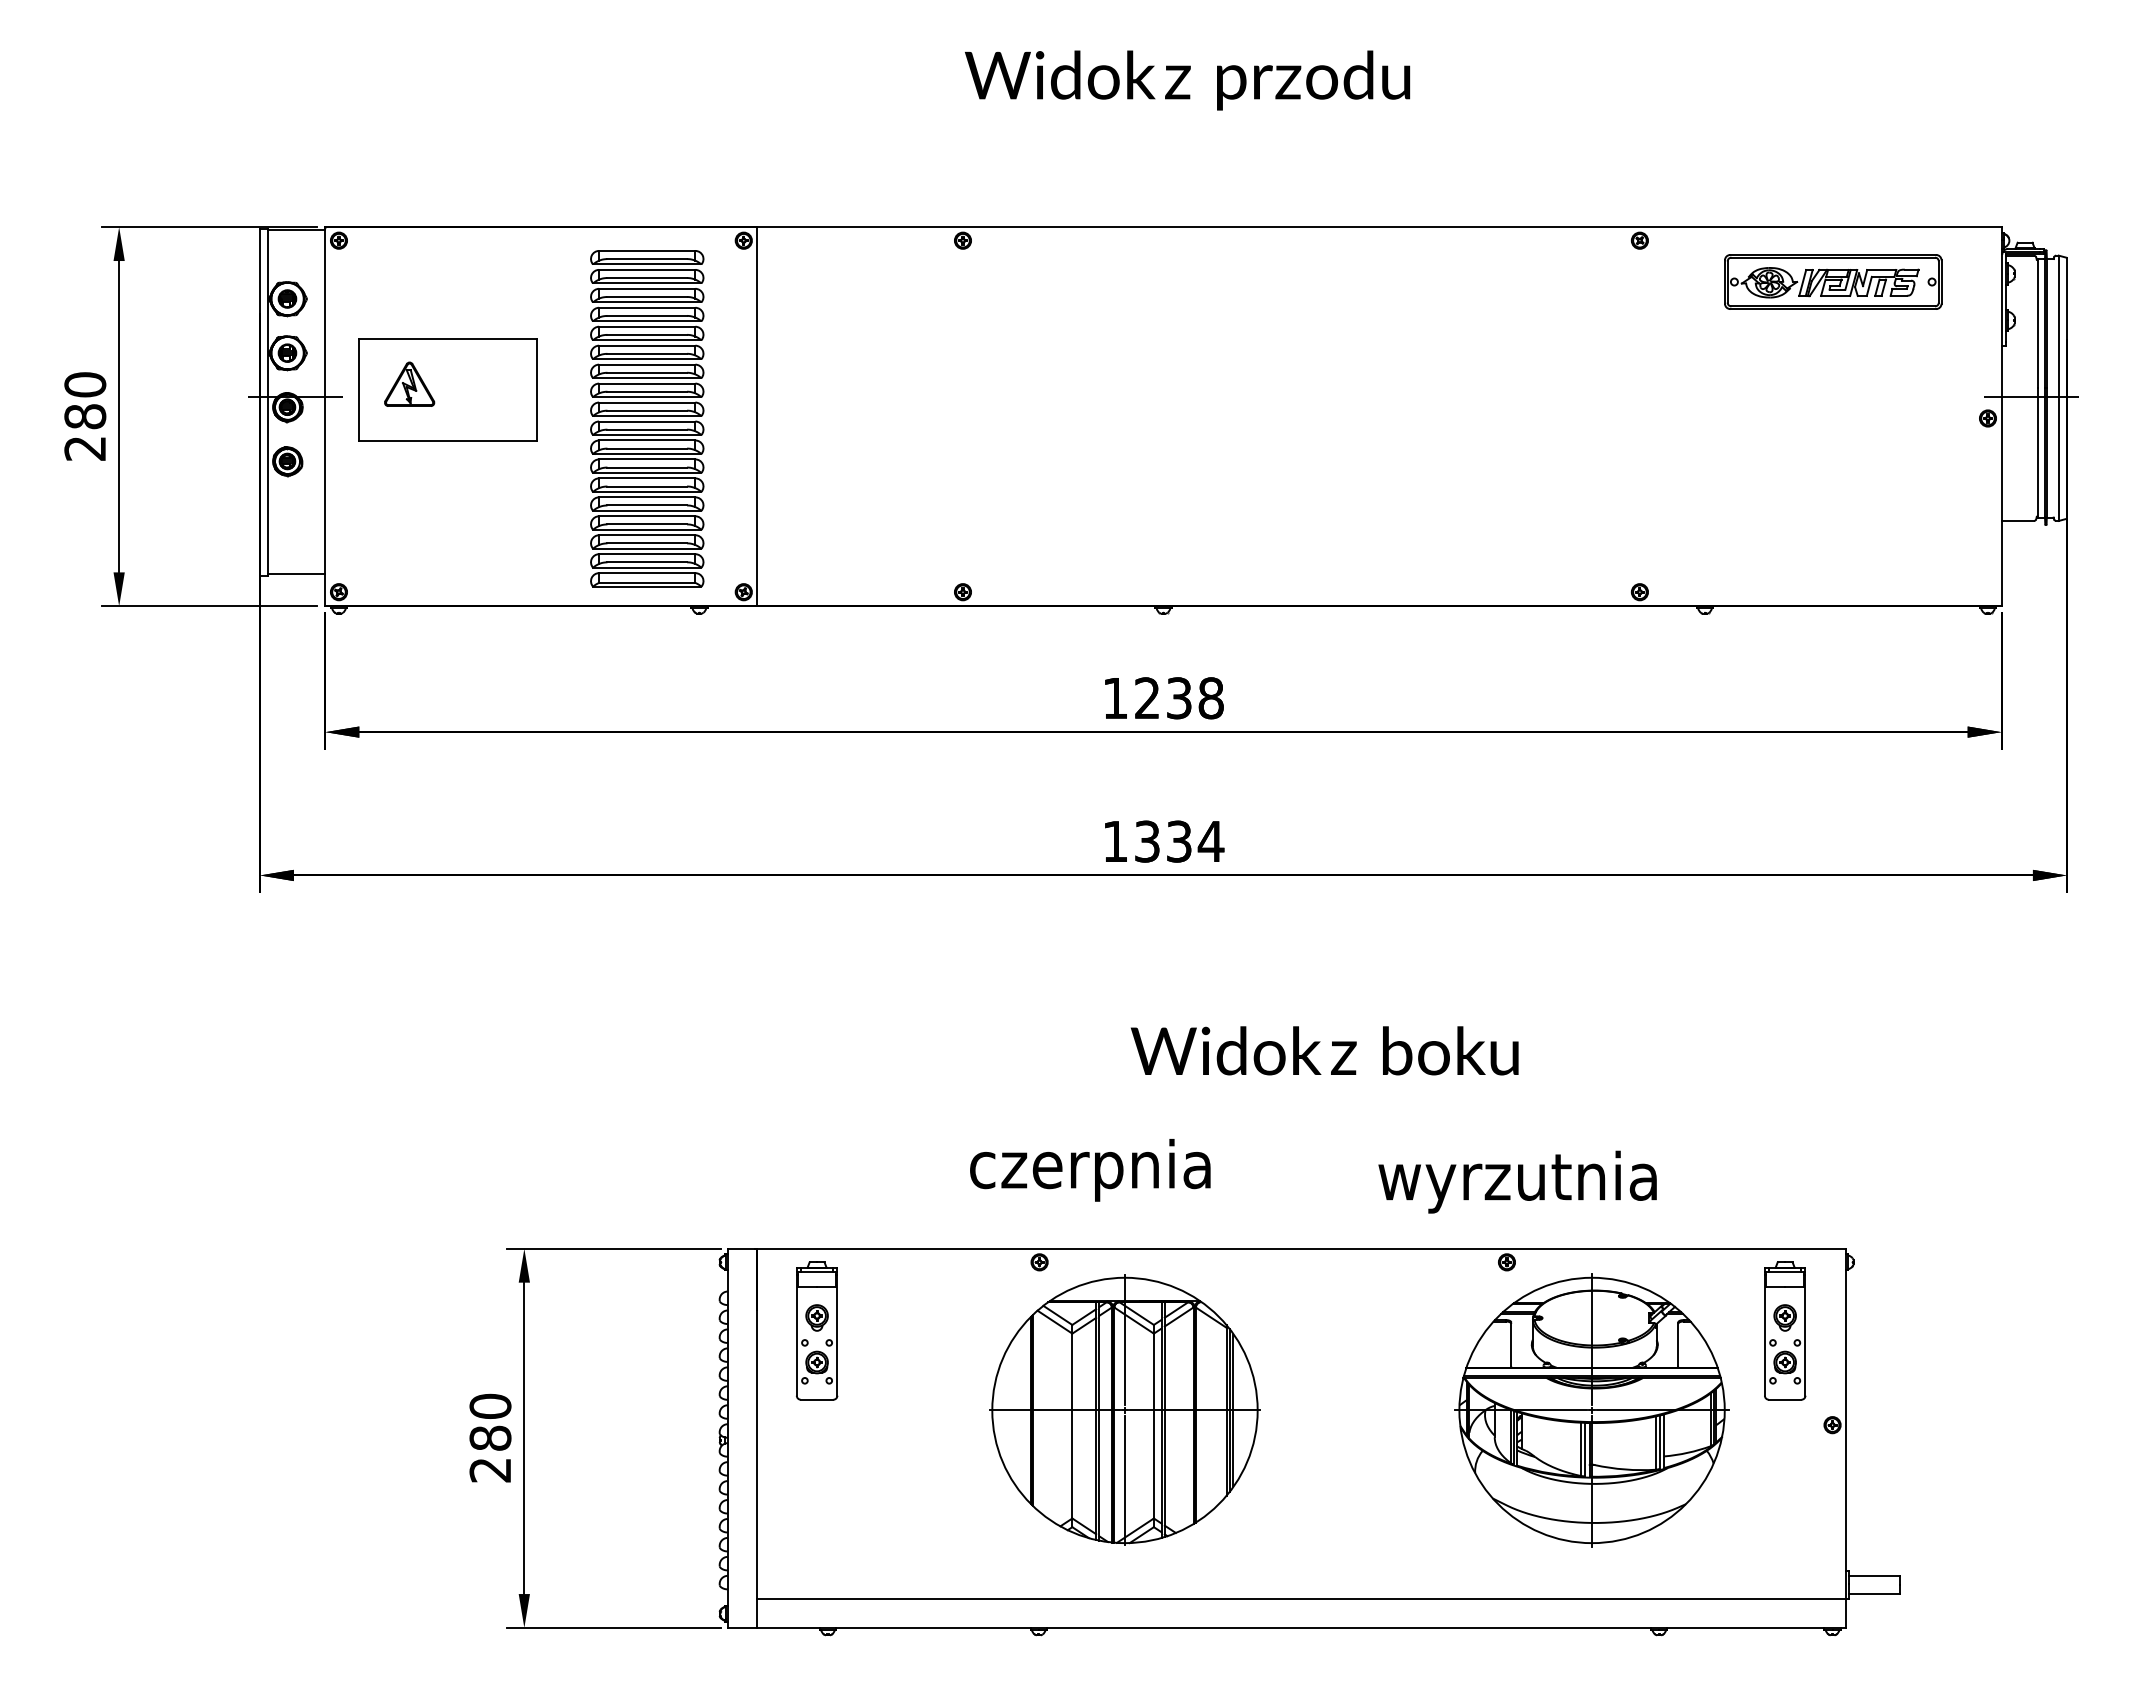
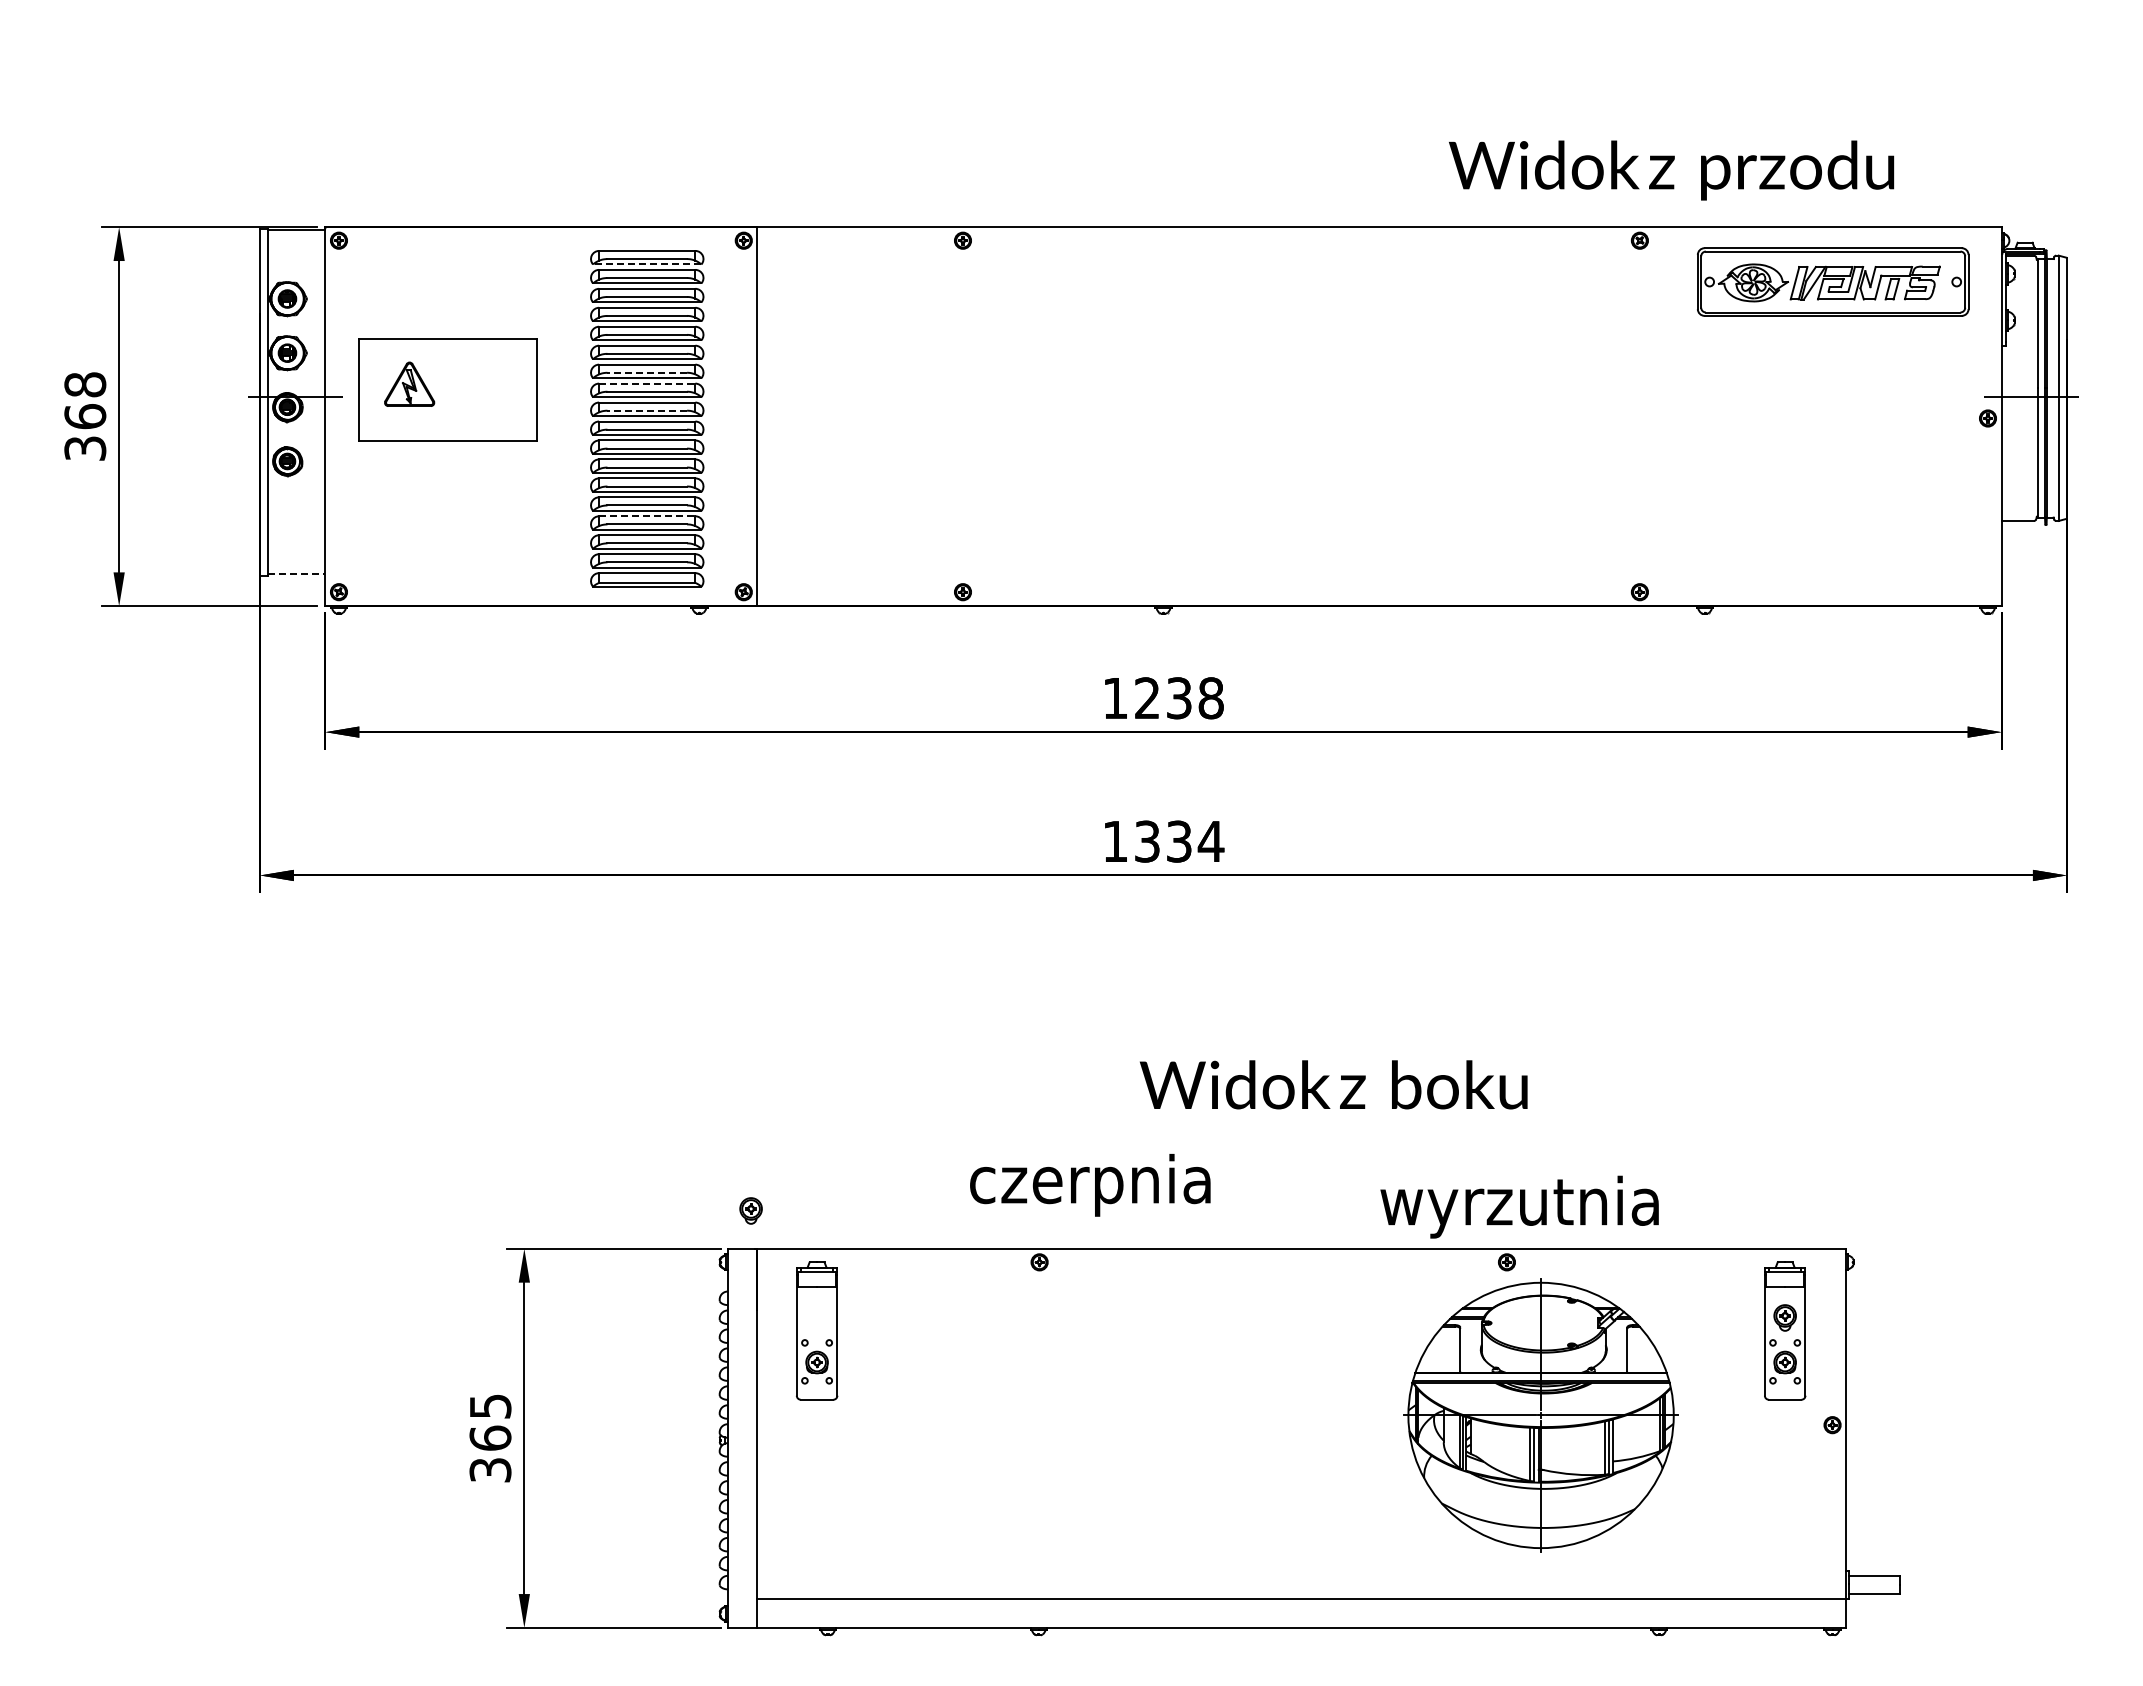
text at (1187, 80) position: (1187, 80) -> (1671, 170)
line at (646, 264): solid -> dashed
part at (1833, 281) size: 219x56 px -> 273x70 px
line at (647, 372): solid -> dashed
line at (647, 383): solid -> dashed
line at (647, 410): solid -> dashed
text at (85, 416): 280 -> 368
line at (647, 516): solid -> dashed
line at (296, 574): solid -> dashed
text at (1324, 1050) position: (1324, 1050) -> (1333, 1084)
text at (1090, 1170) position: (1090, 1170) -> (1090, 1185)
text at (1517, 1181) position: (1517, 1181) -> (1519, 1206)
part at (816, 1317) position: (816, 1317) -> (750, 1210)
part at (1124, 1409): present -> none
part at (1591, 1410) position: (1591, 1410) -> (1540, 1415)
text at (490, 1437): 280 -> 365
